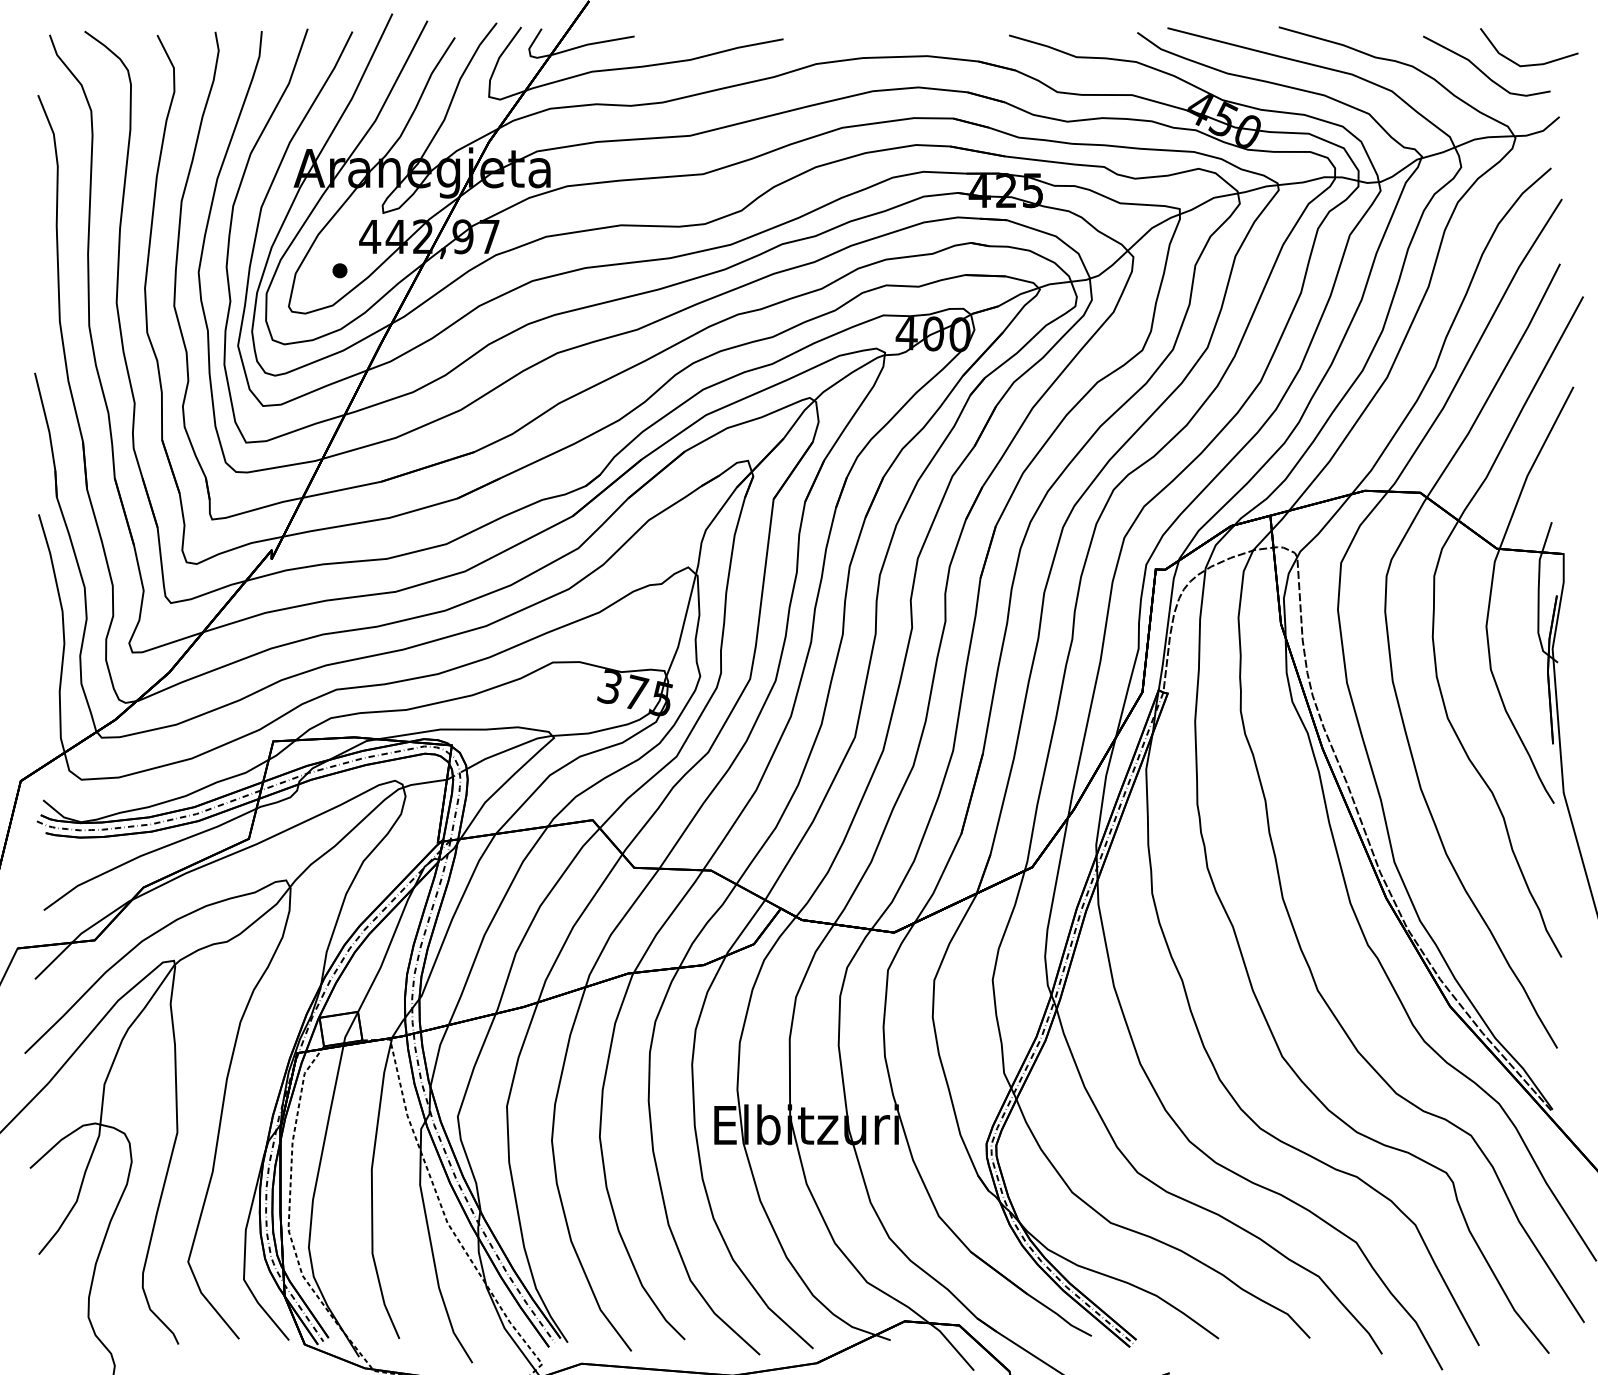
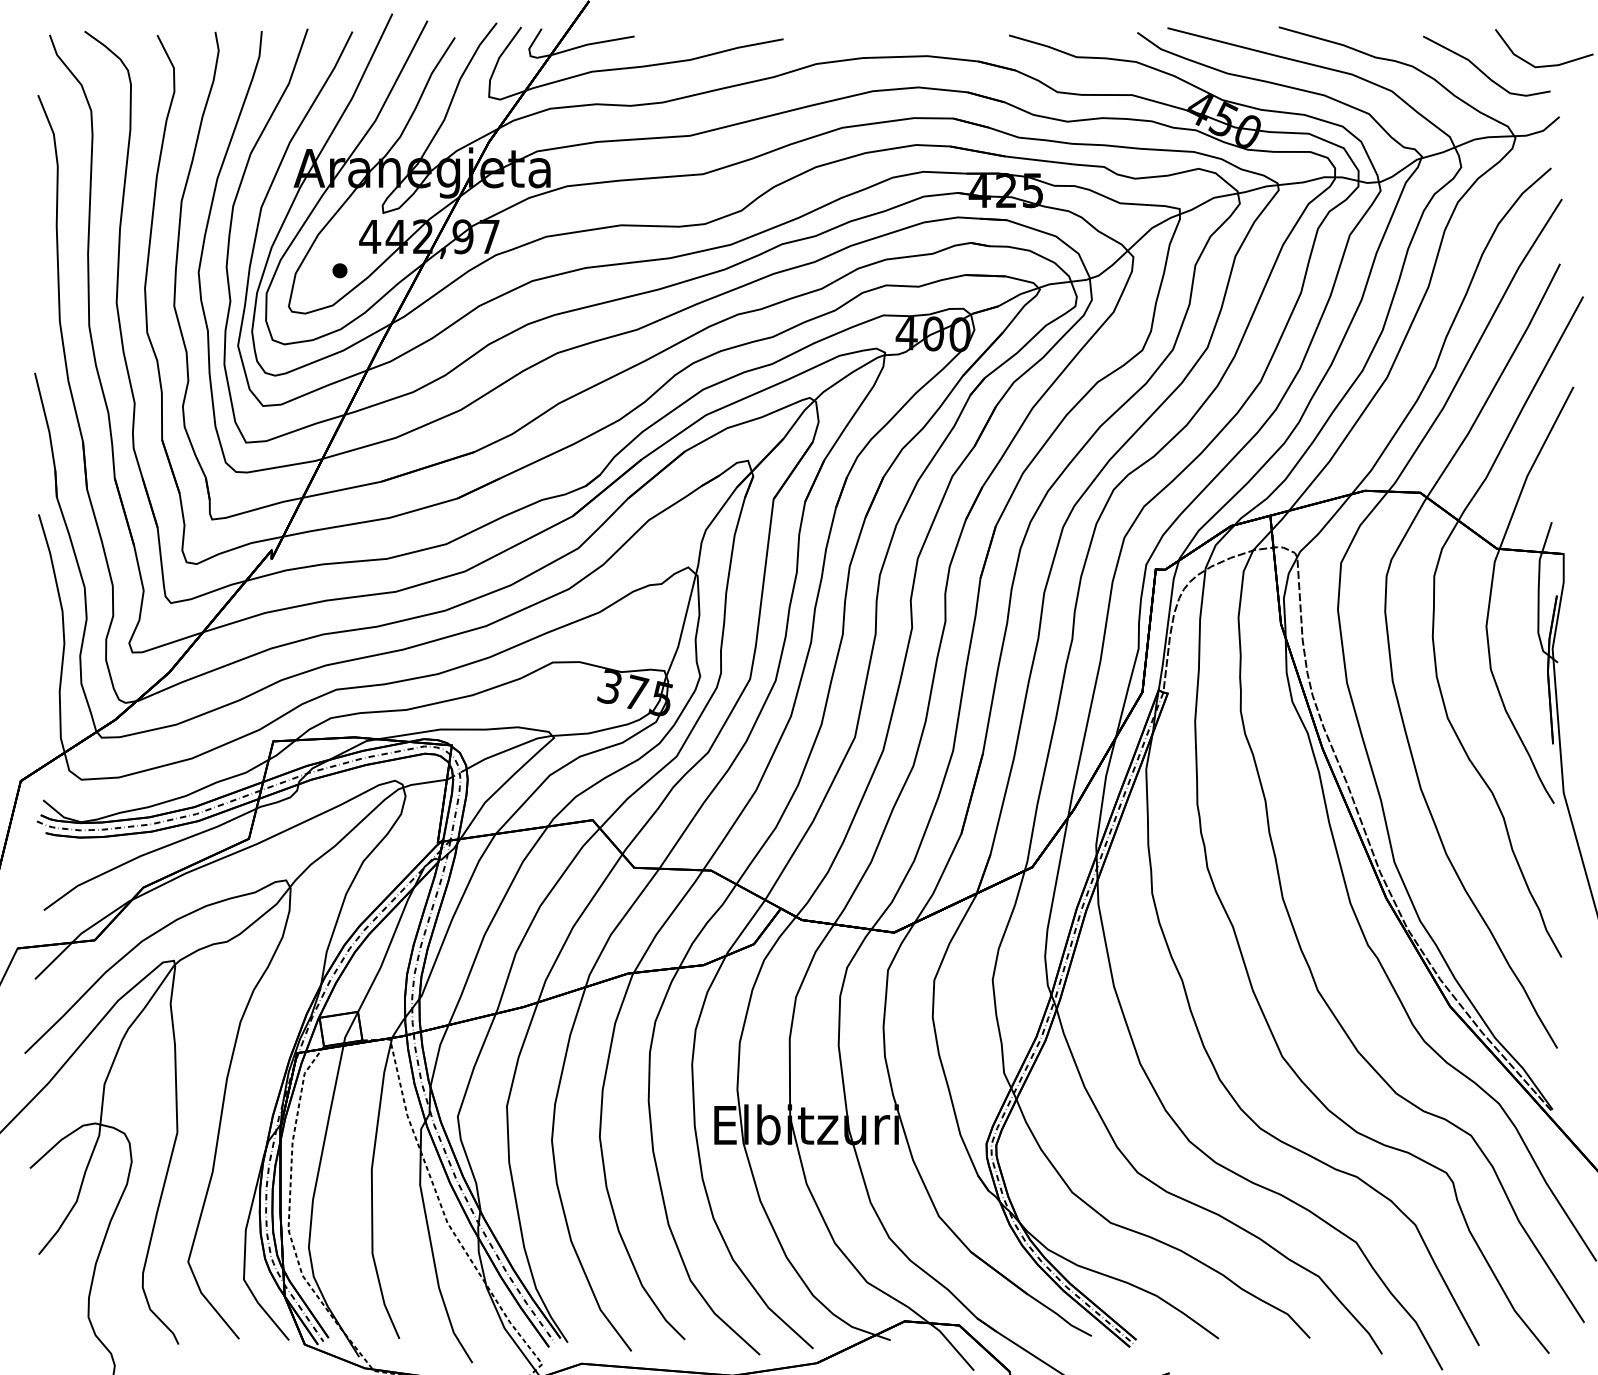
line at (1529, 64) position: (1529, 64) -> (1544, 65)
